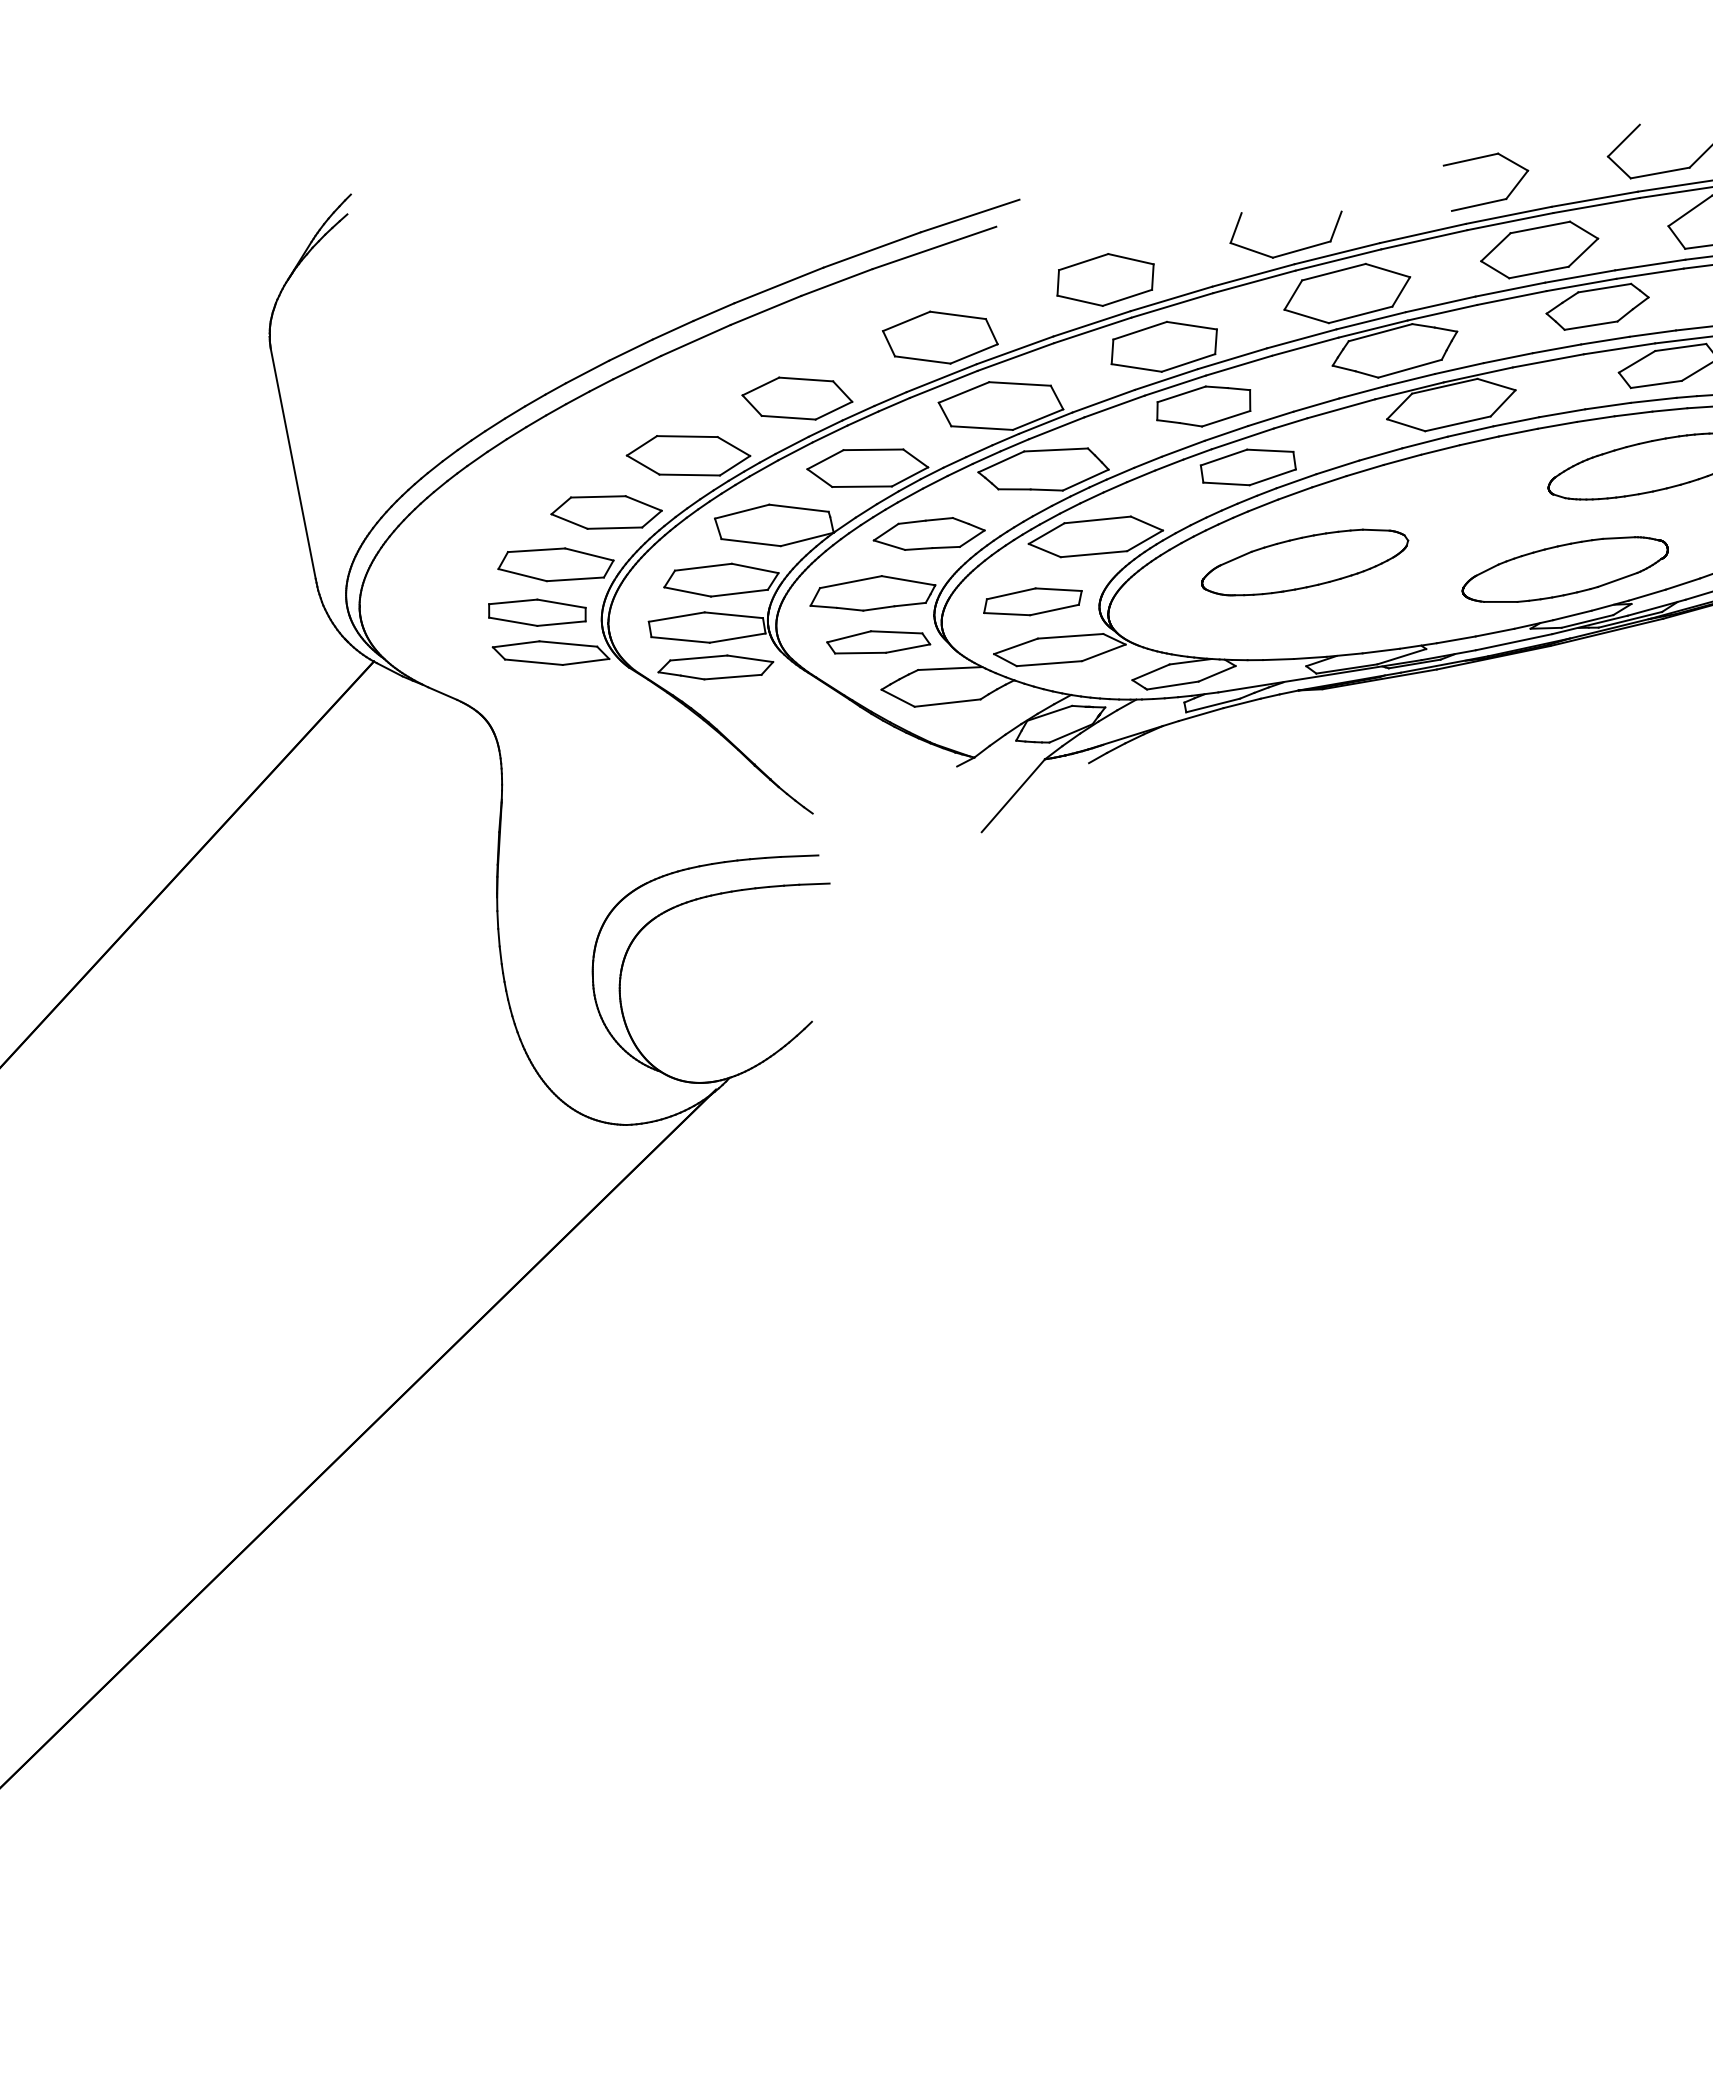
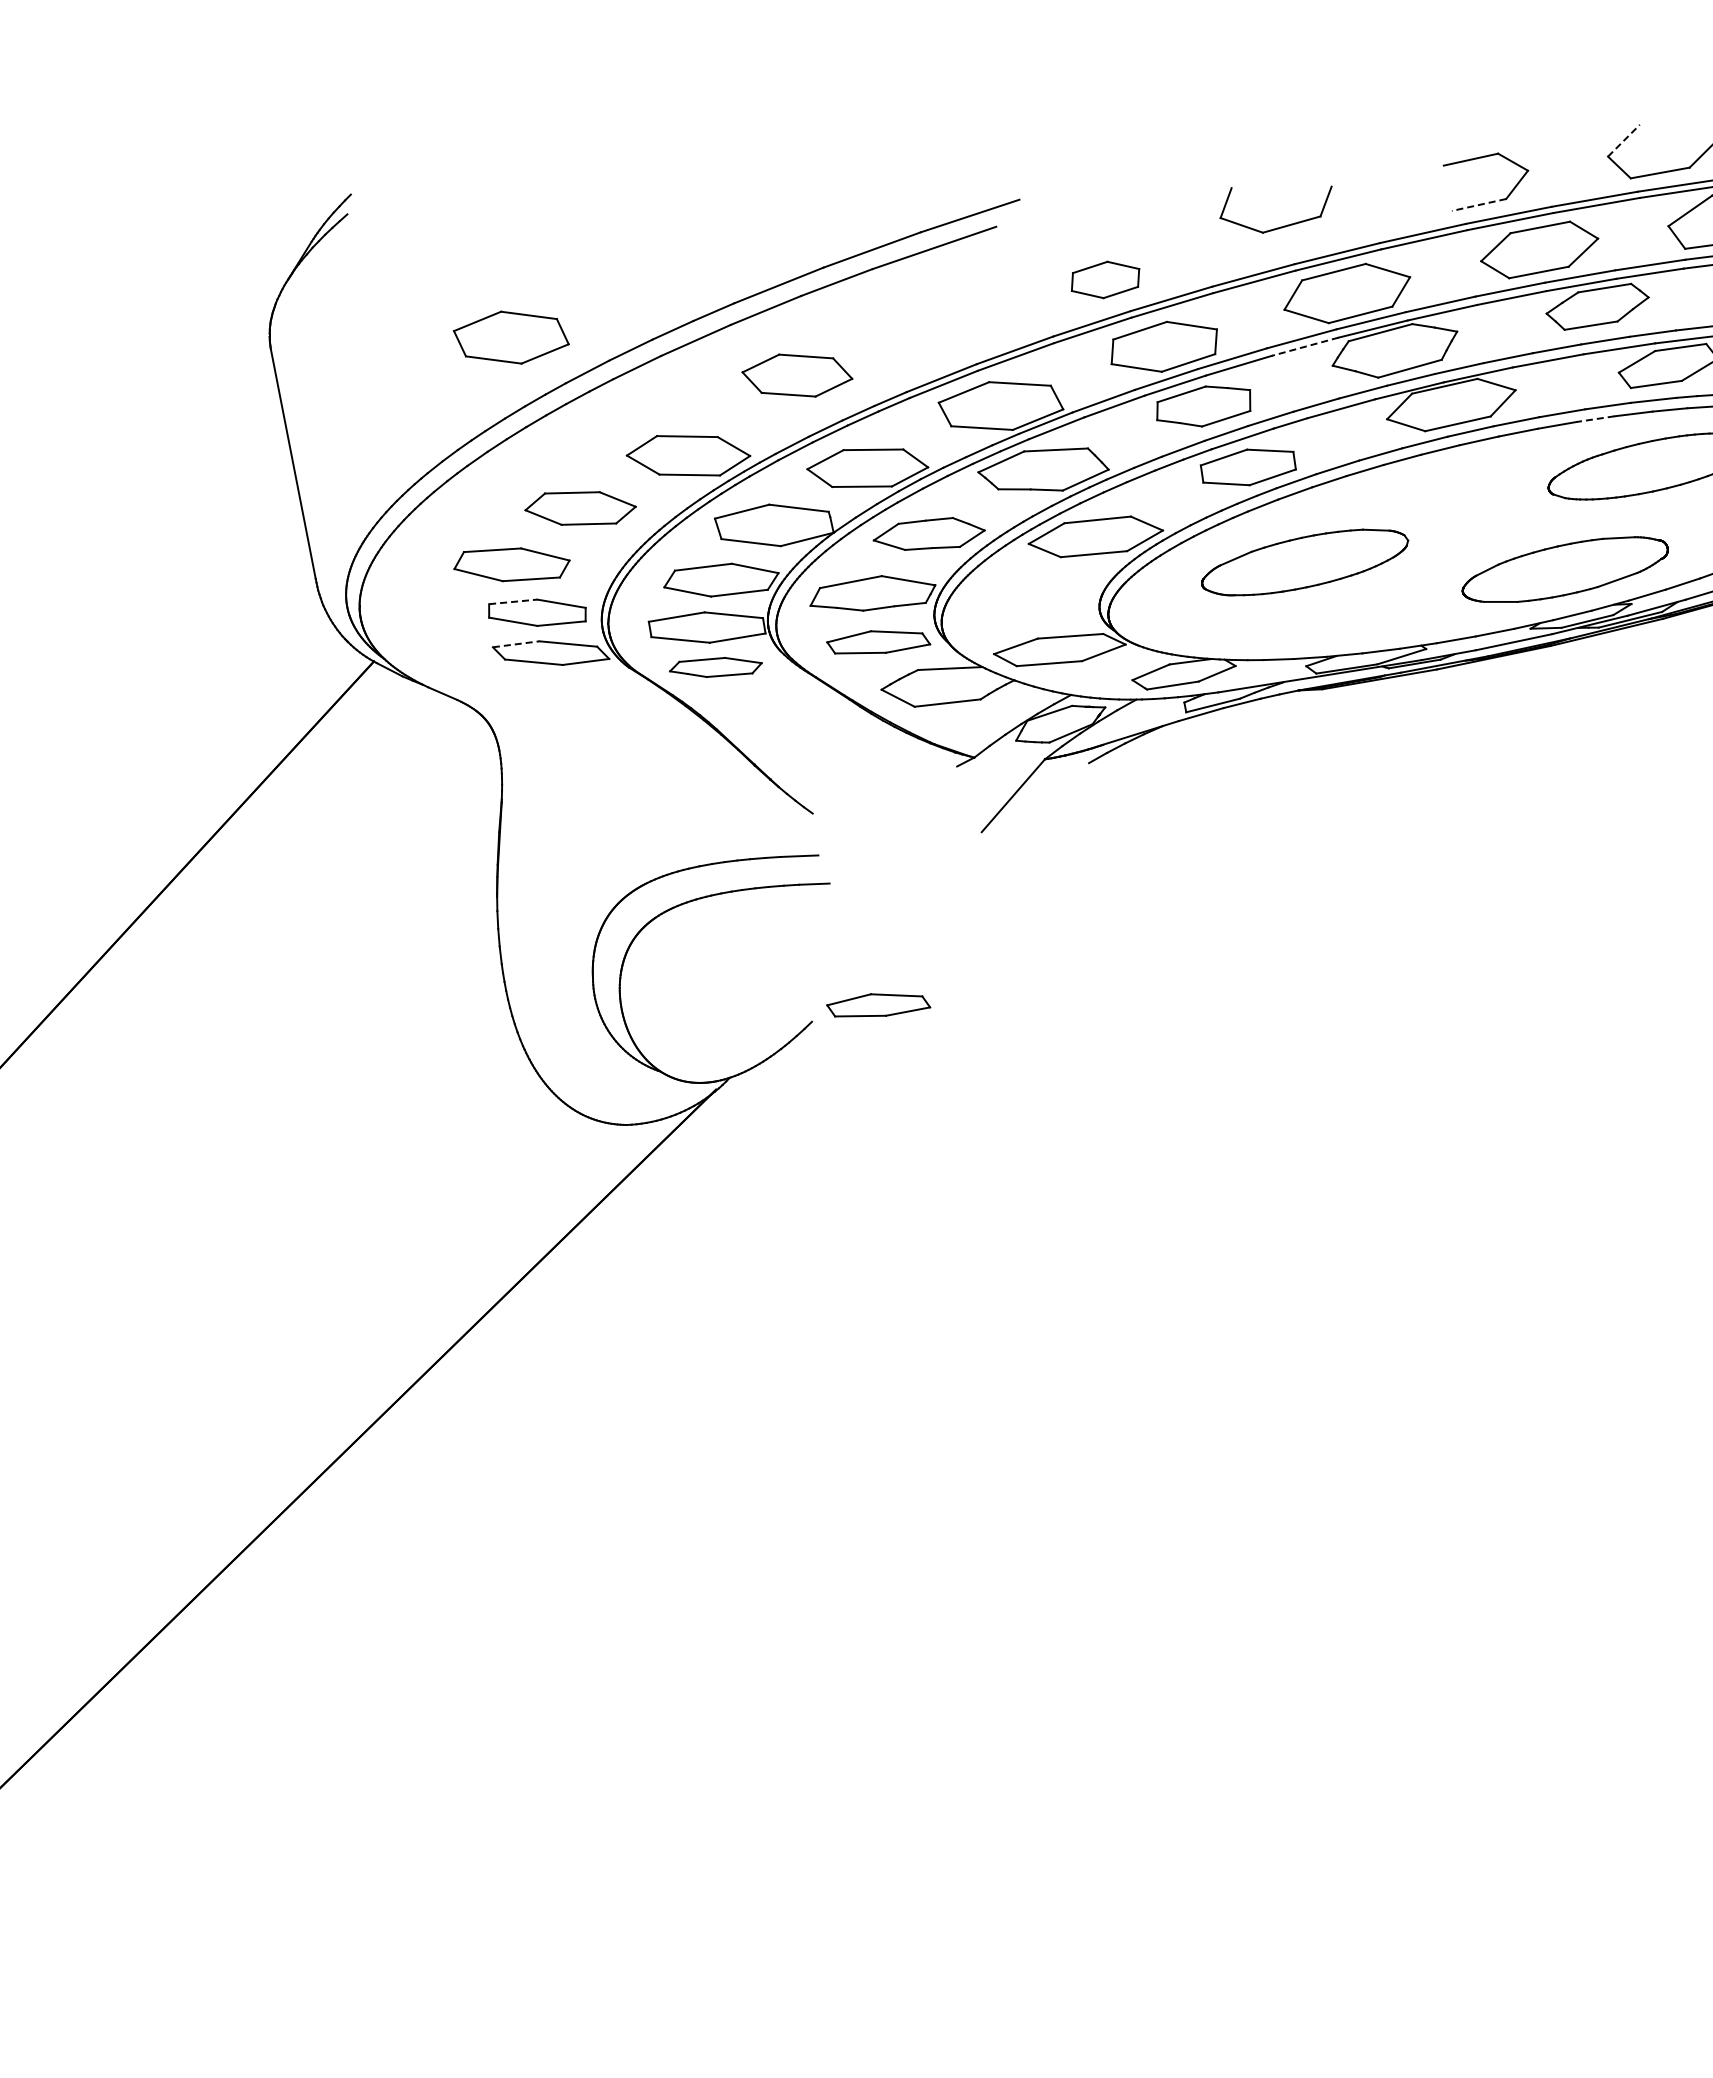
line at (1624, 140): solid -> dashed
line at (1479, 204): solid -> dashed
part at (1290, 251) position: (1290, 251) -> (1280, 226)
part at (1105, 279) size: 99x54 px -> 71x40 px
part at (939, 337) position: (939, 337) -> (510, 337)
line at (1305, 346): solid -> dashed
part at (797, 398) position: (797, 398) -> (797, 375)
line at (1595, 419): solid -> dashed
part at (606, 512) position: (606, 512) -> (580, 508)
part at (555, 564) position: (555, 564) -> (511, 564)
line at (513, 601): solid -> dashed
part at (1032, 601): present -> none
line at (516, 644): solid -> dashed
part at (715, 667) size: 118x27 px -> 94x21 px
part at (878, 1005): none -> present
